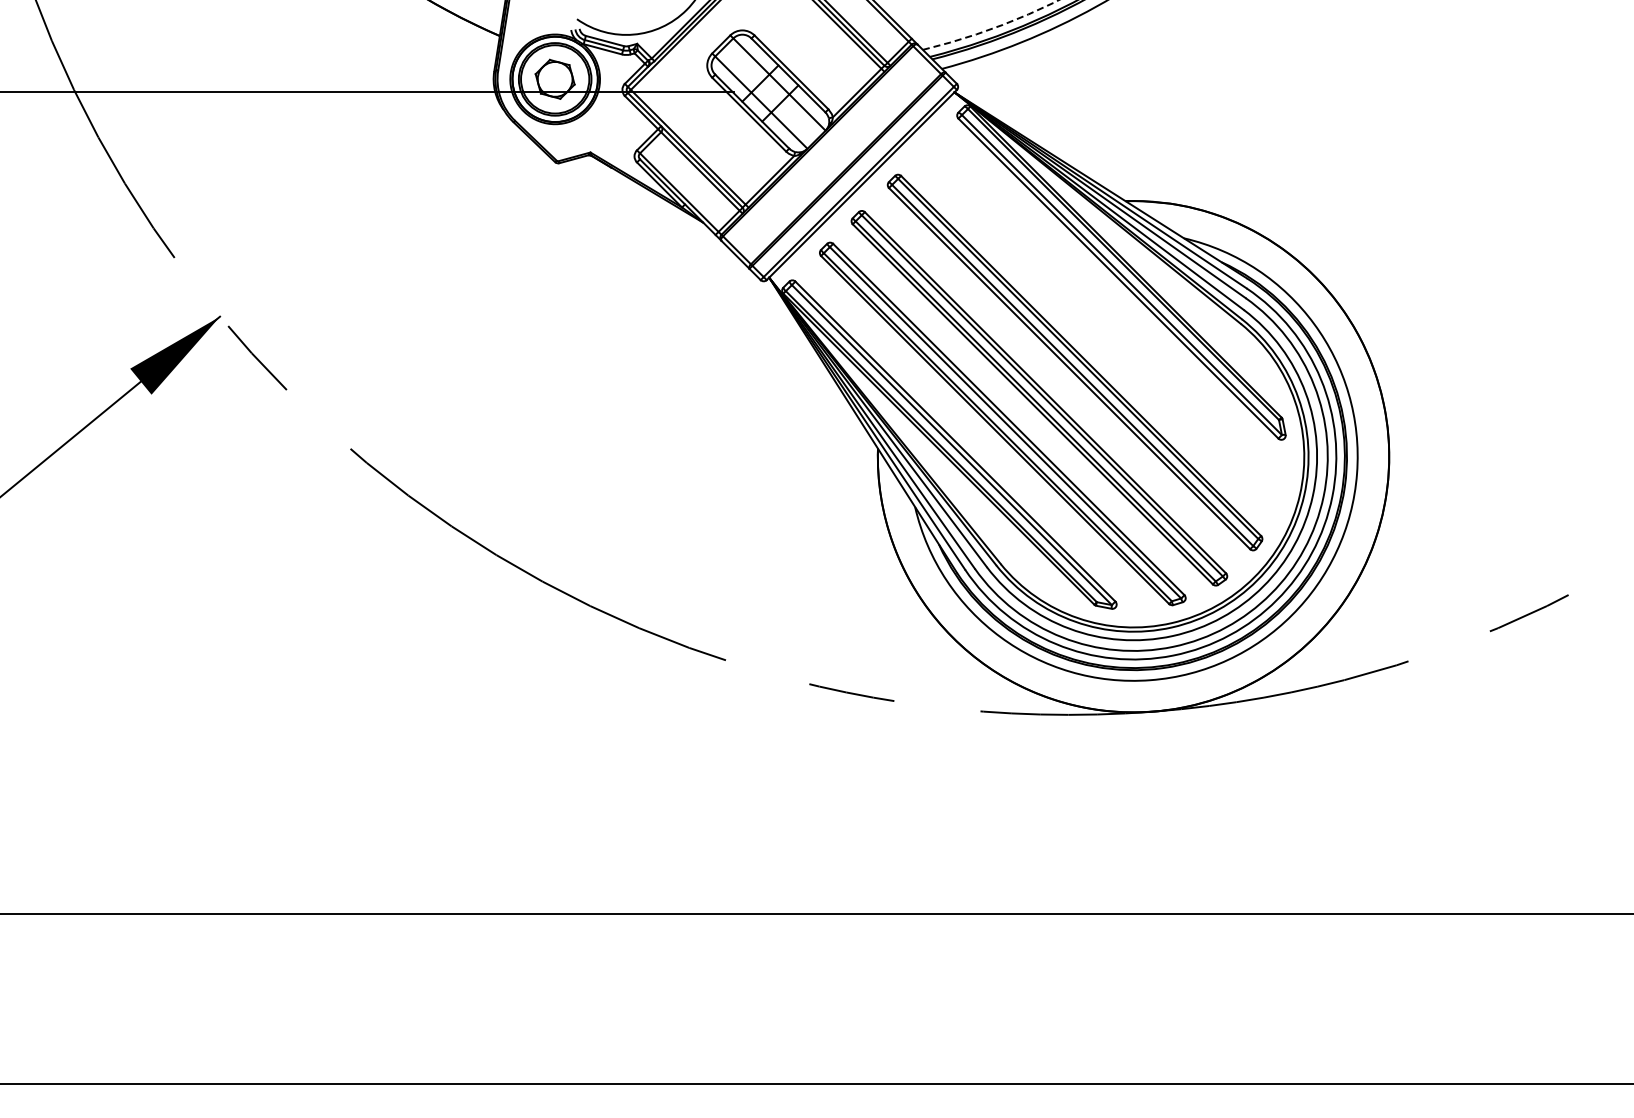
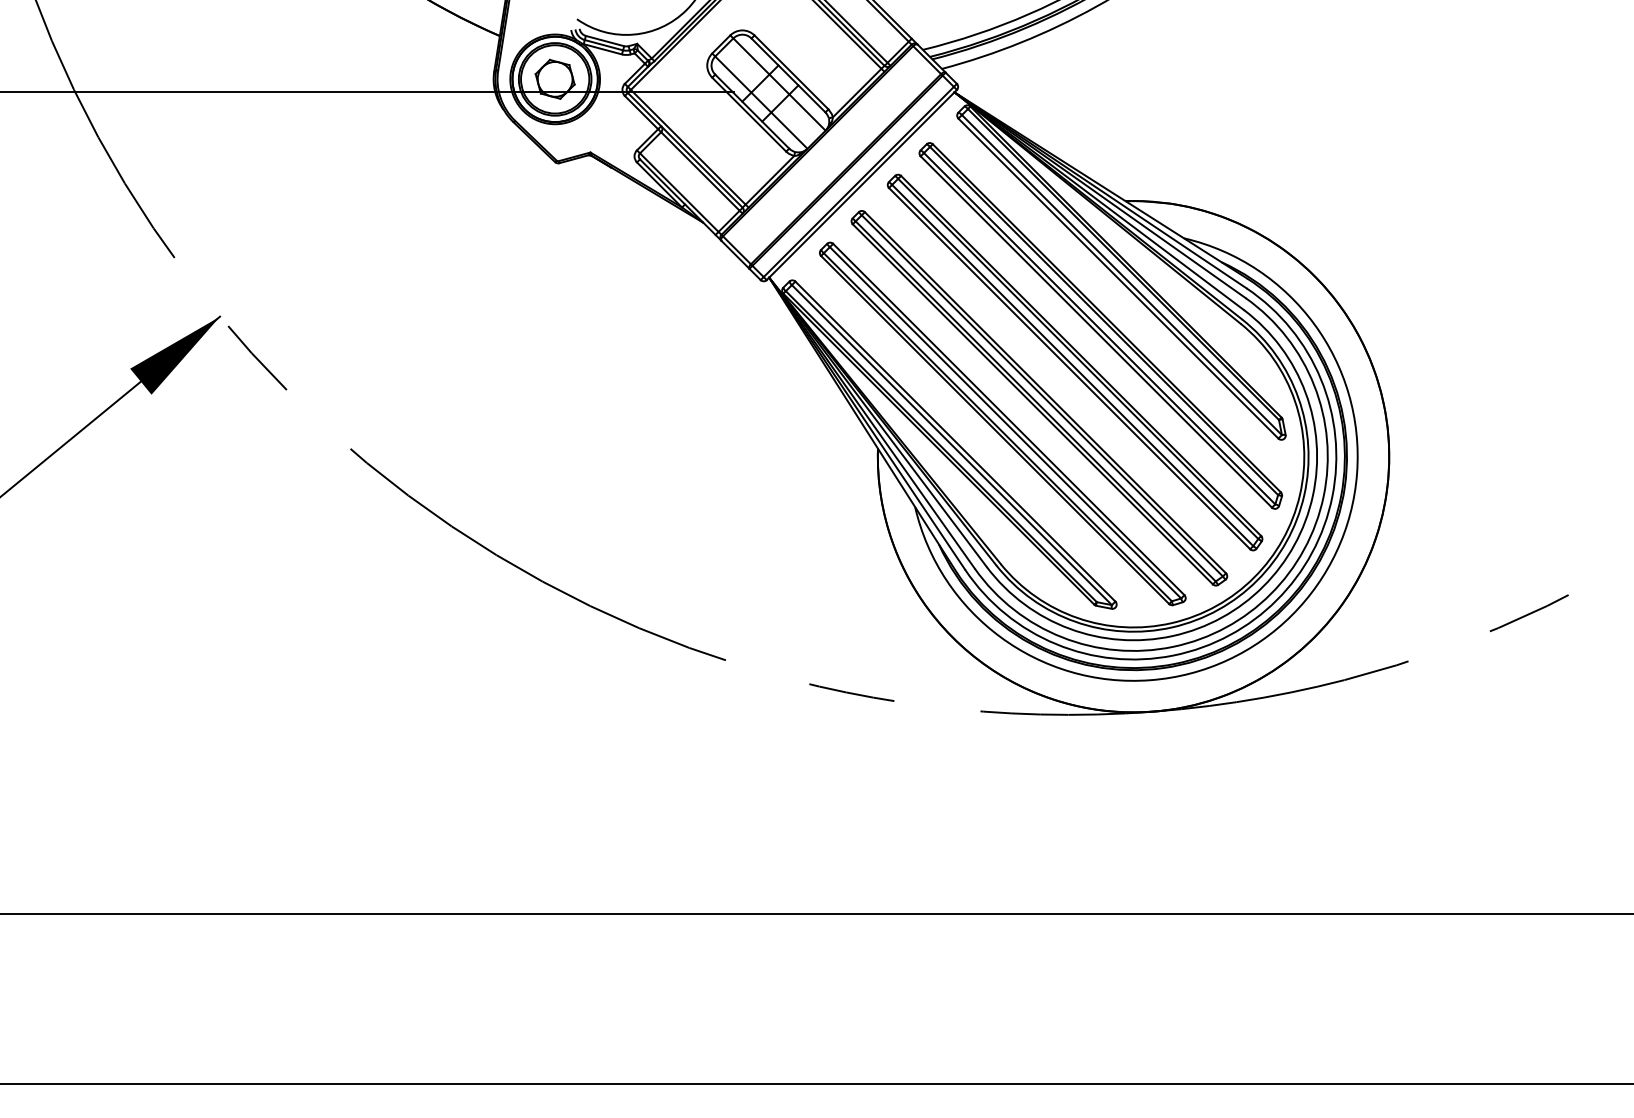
arc at (992, 28): dashed -> solid
part at (1100, 325): none -> present
